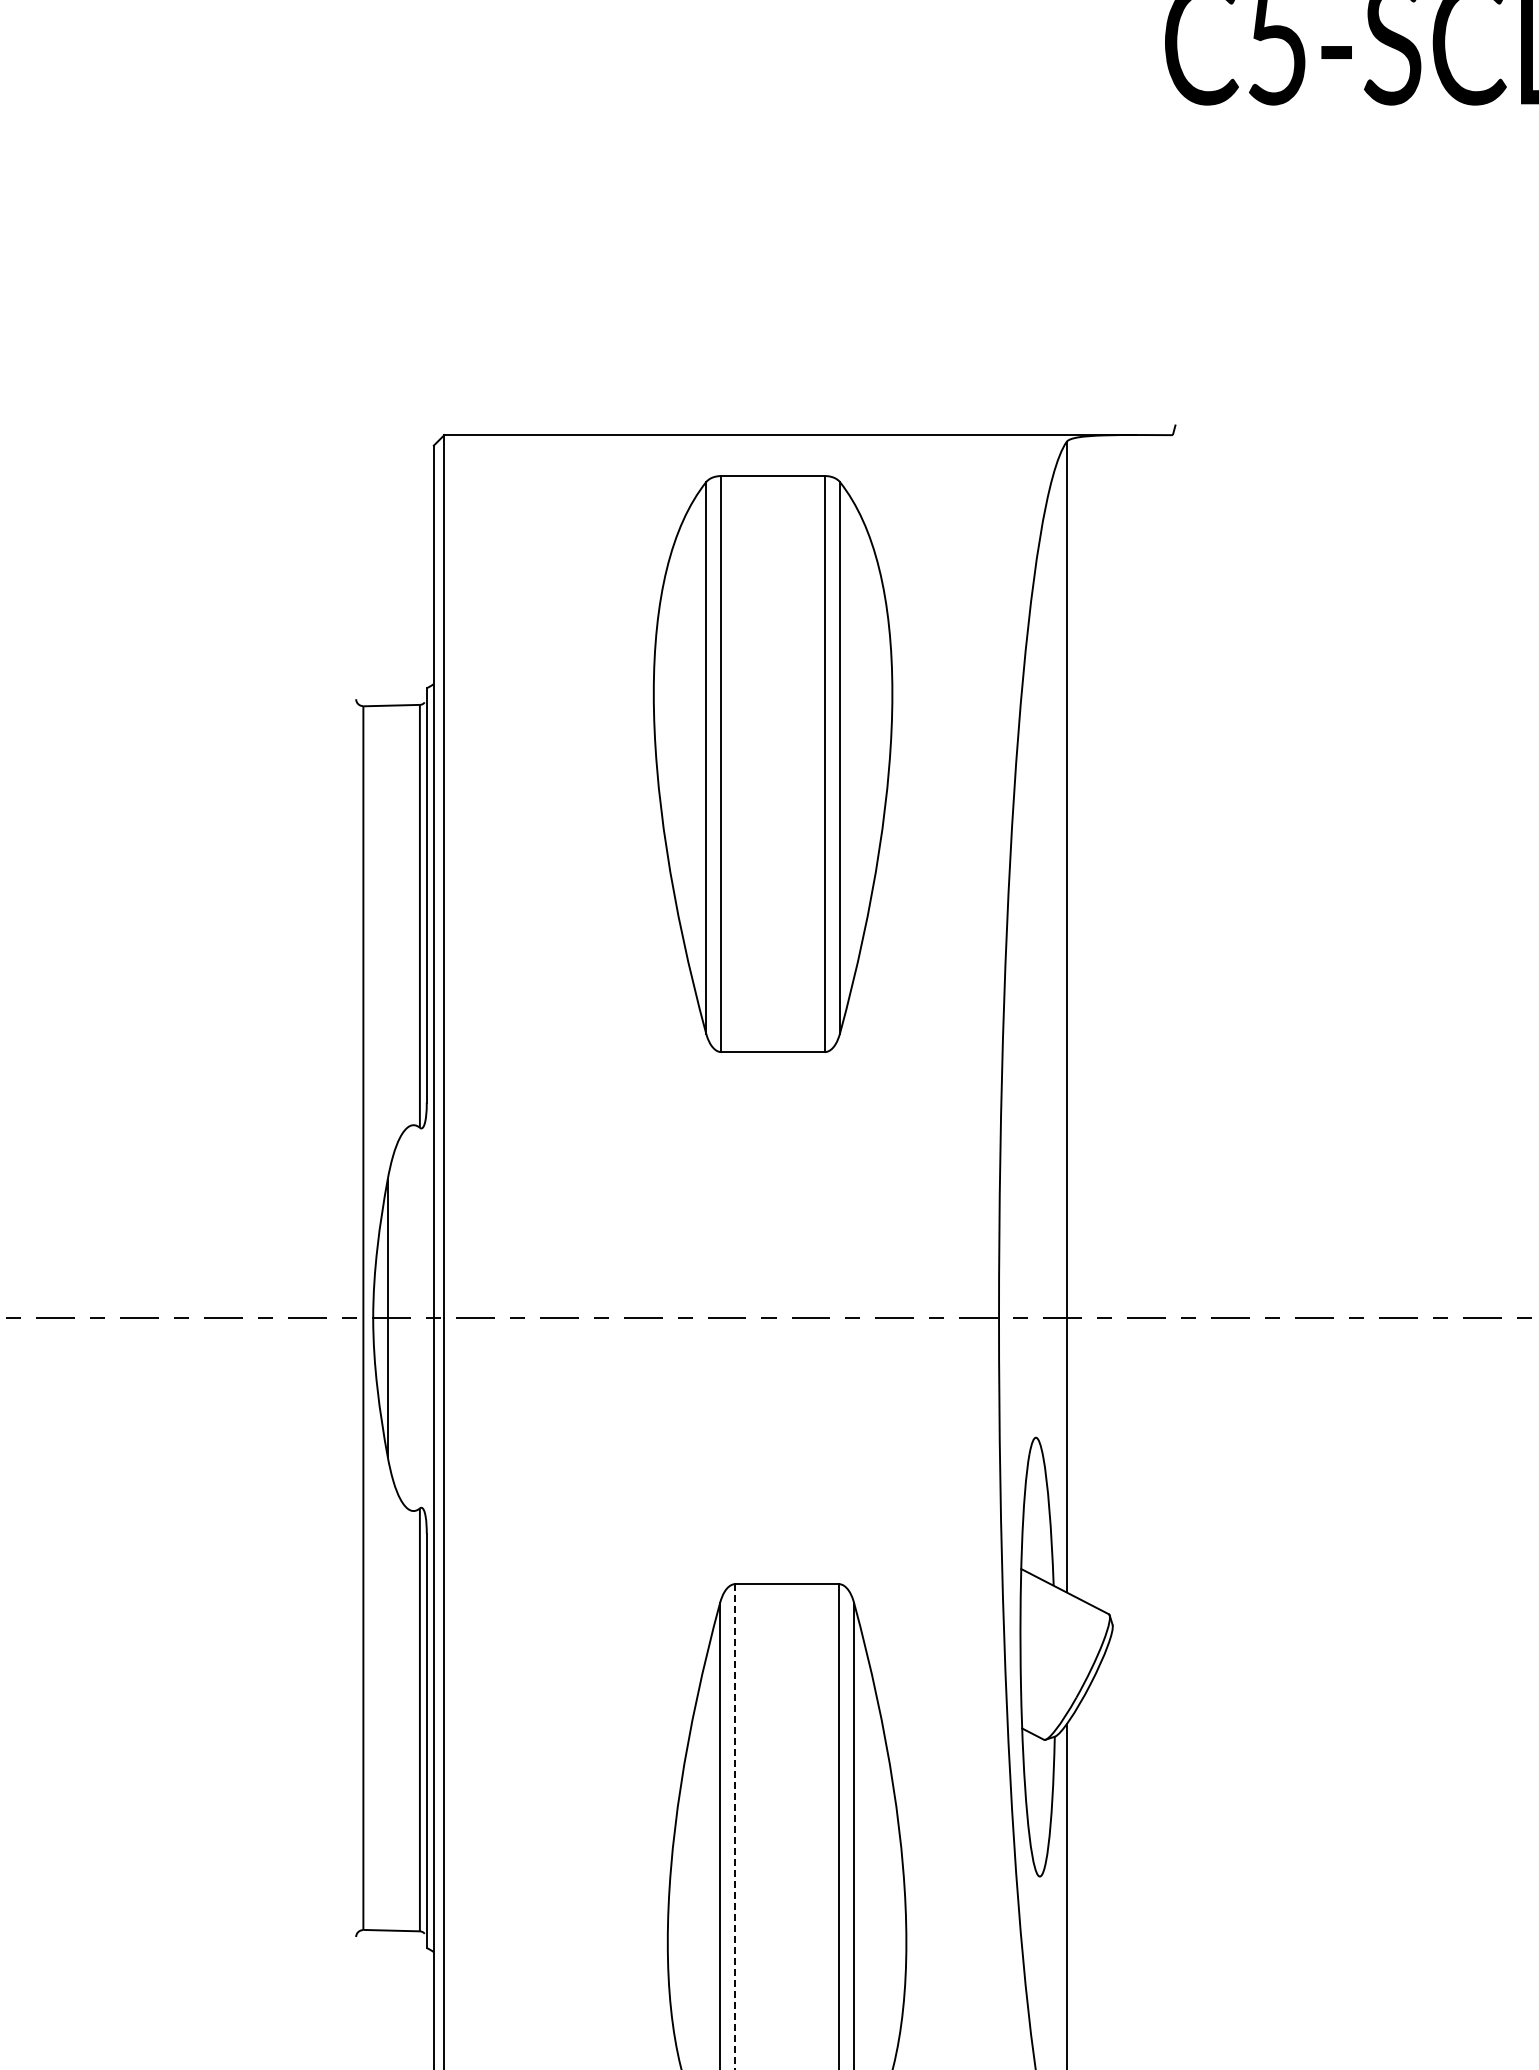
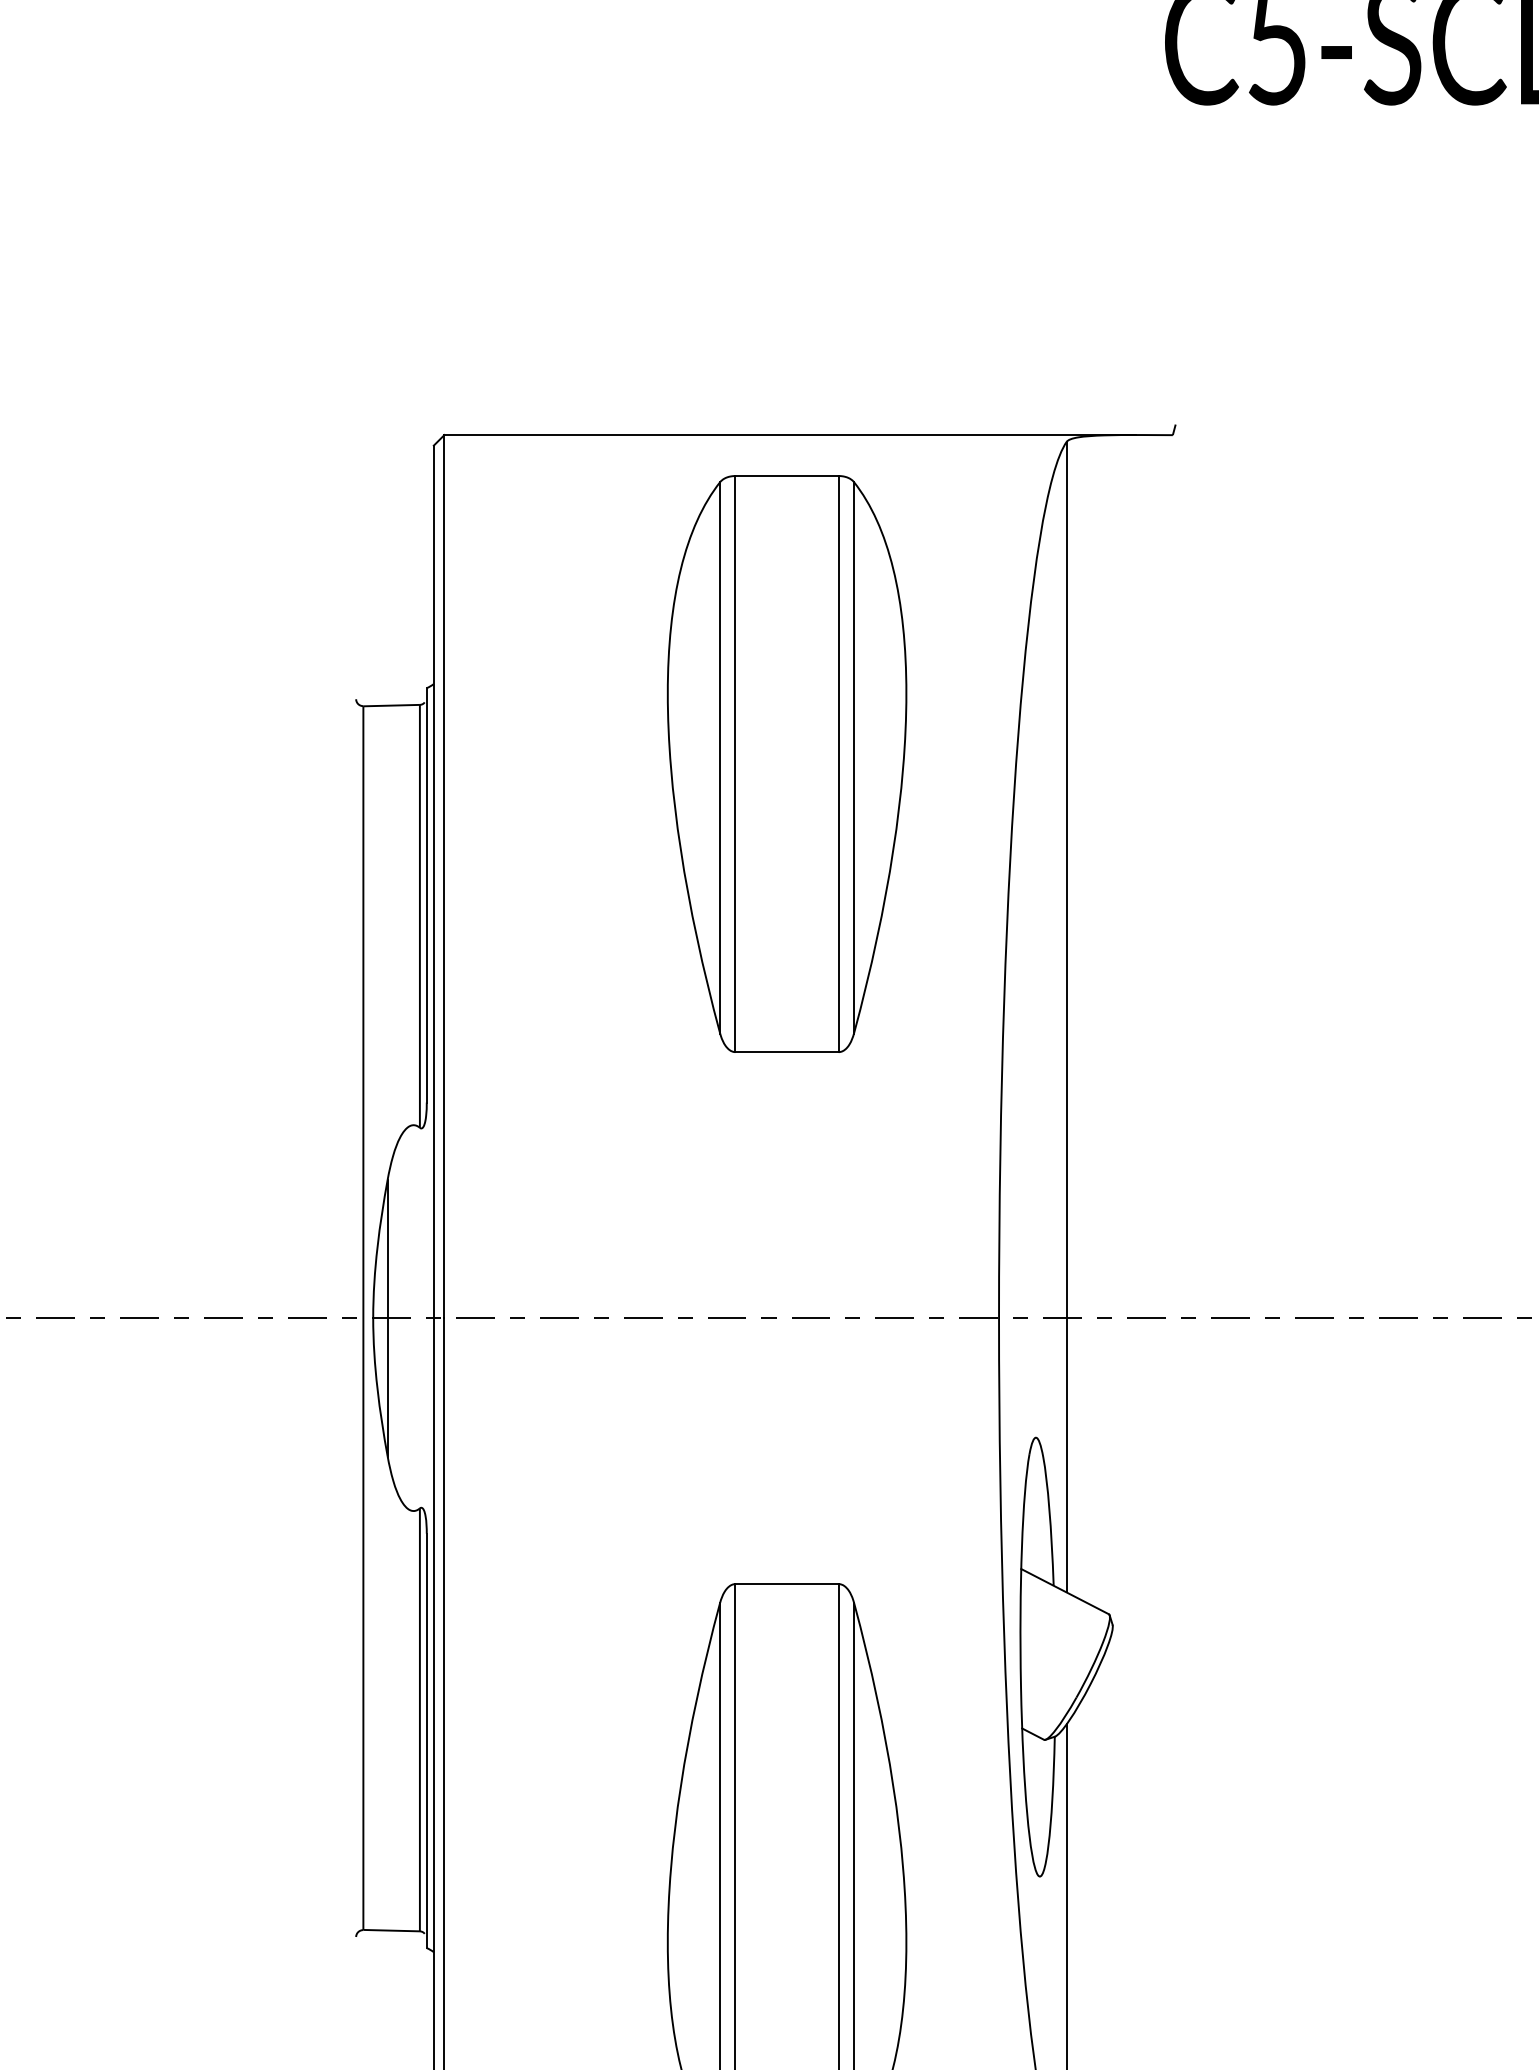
part at (772, 763) position: (772, 763) -> (786, 763)
line at (735, 1826): dashed -> solid
